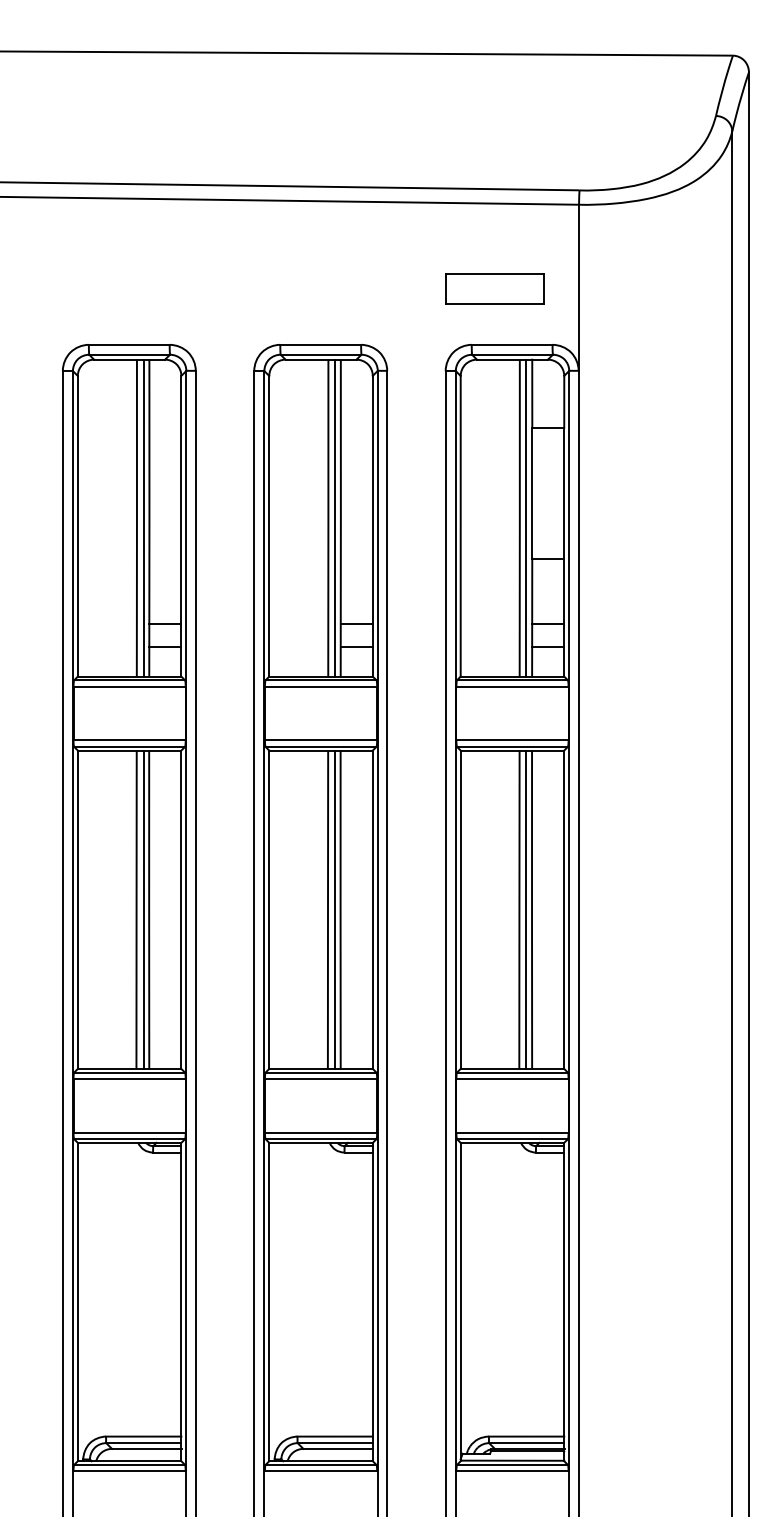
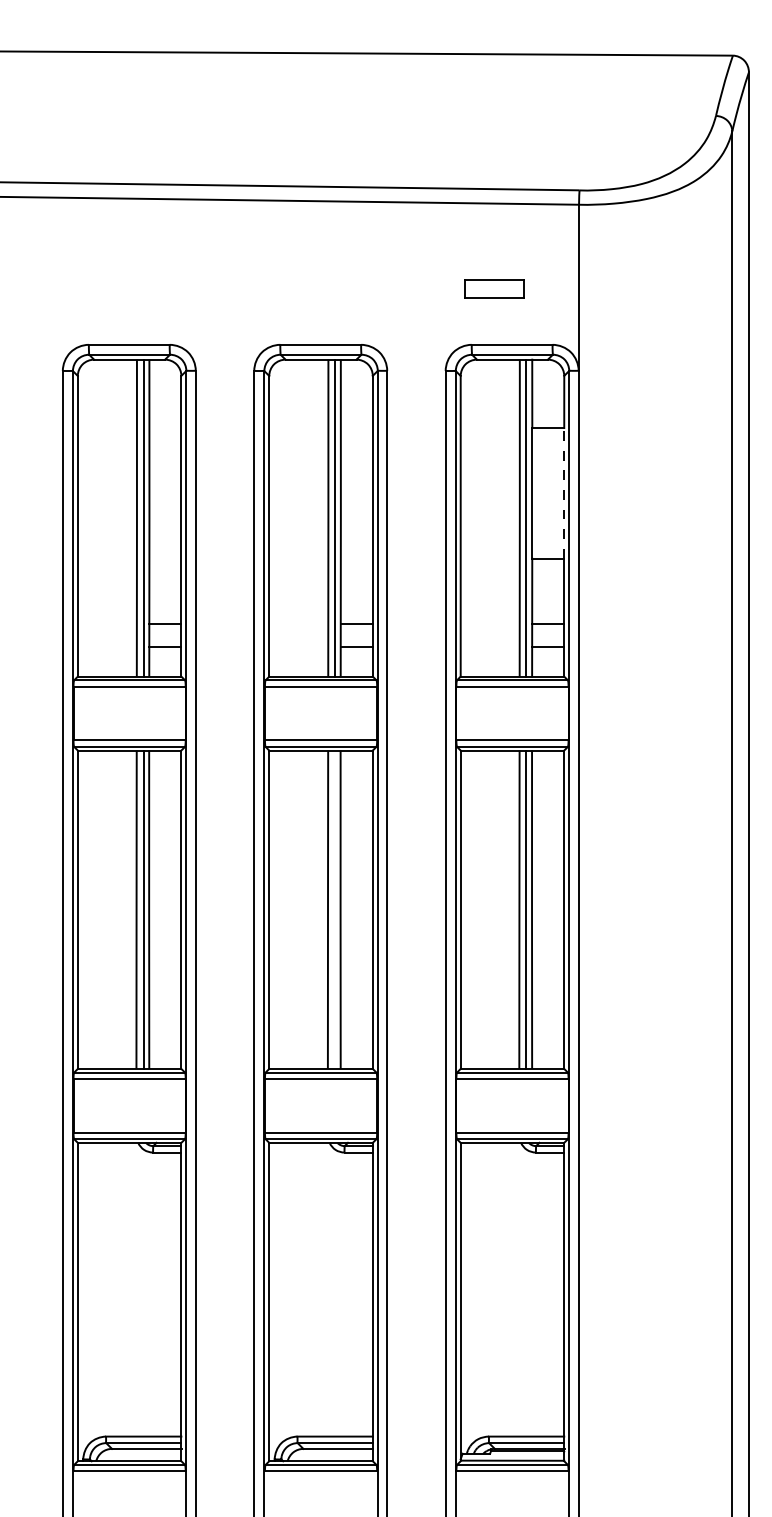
part at (494, 288) size: 100x32 px -> 61x20 px
line at (564, 492): solid -> dashed
line at (334, 909): present -> none
